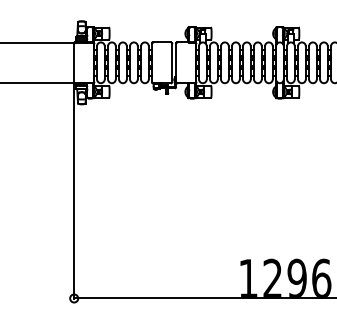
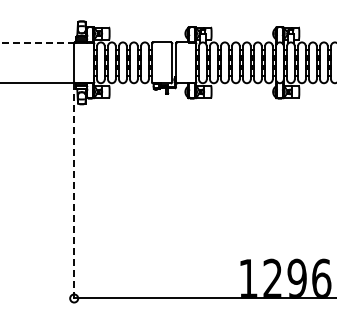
line at (37, 42): solid -> dashed
line at (74, 191): solid -> dashed
